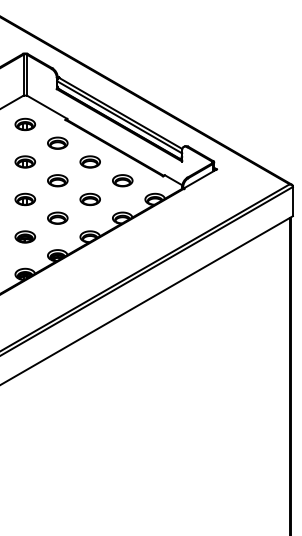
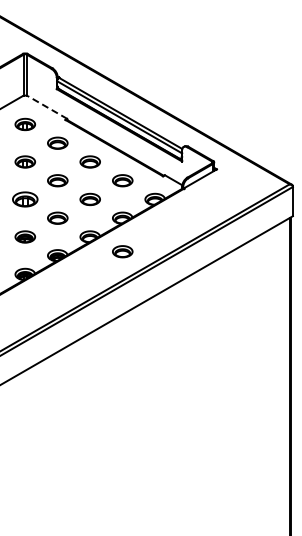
line at (47, 107): solid -> dashed
part at (25, 199) size: 23x15 px -> 27x17 px
part at (122, 251): none -> present
